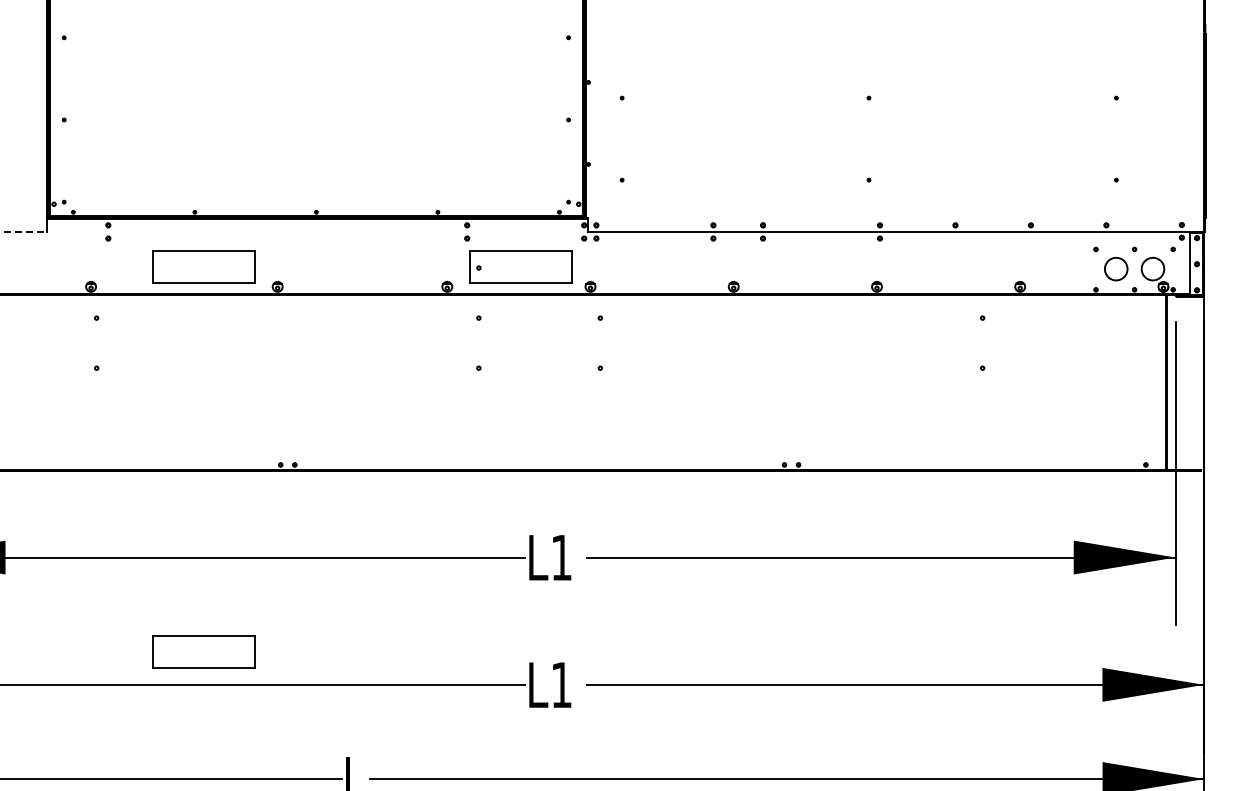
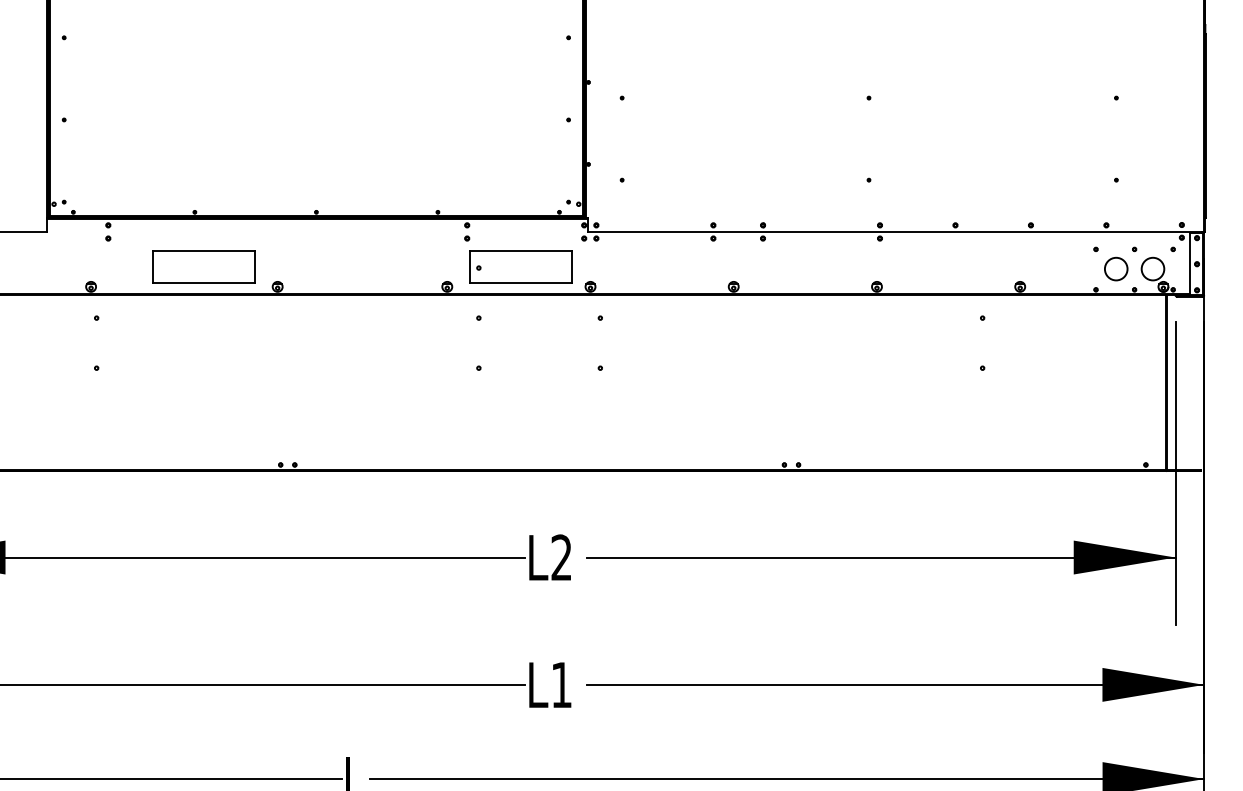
line at (24, 231): dashed -> solid
text at (561, 557): L1 -> L2
part at (203, 651): present -> none
